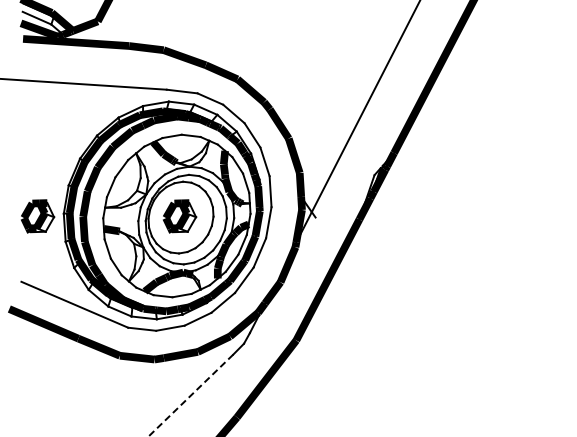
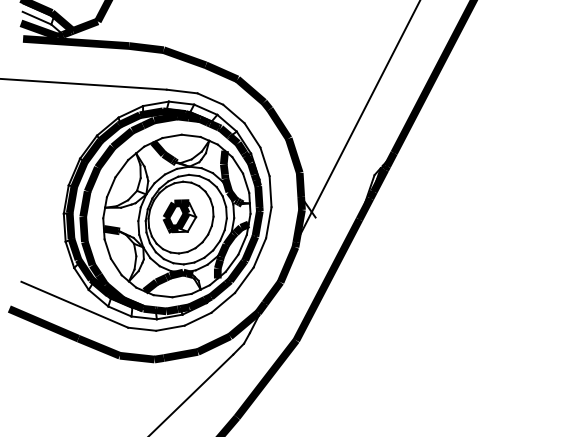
part at (37, 216): present -> none
line at (190, 395): dashed -> solid
